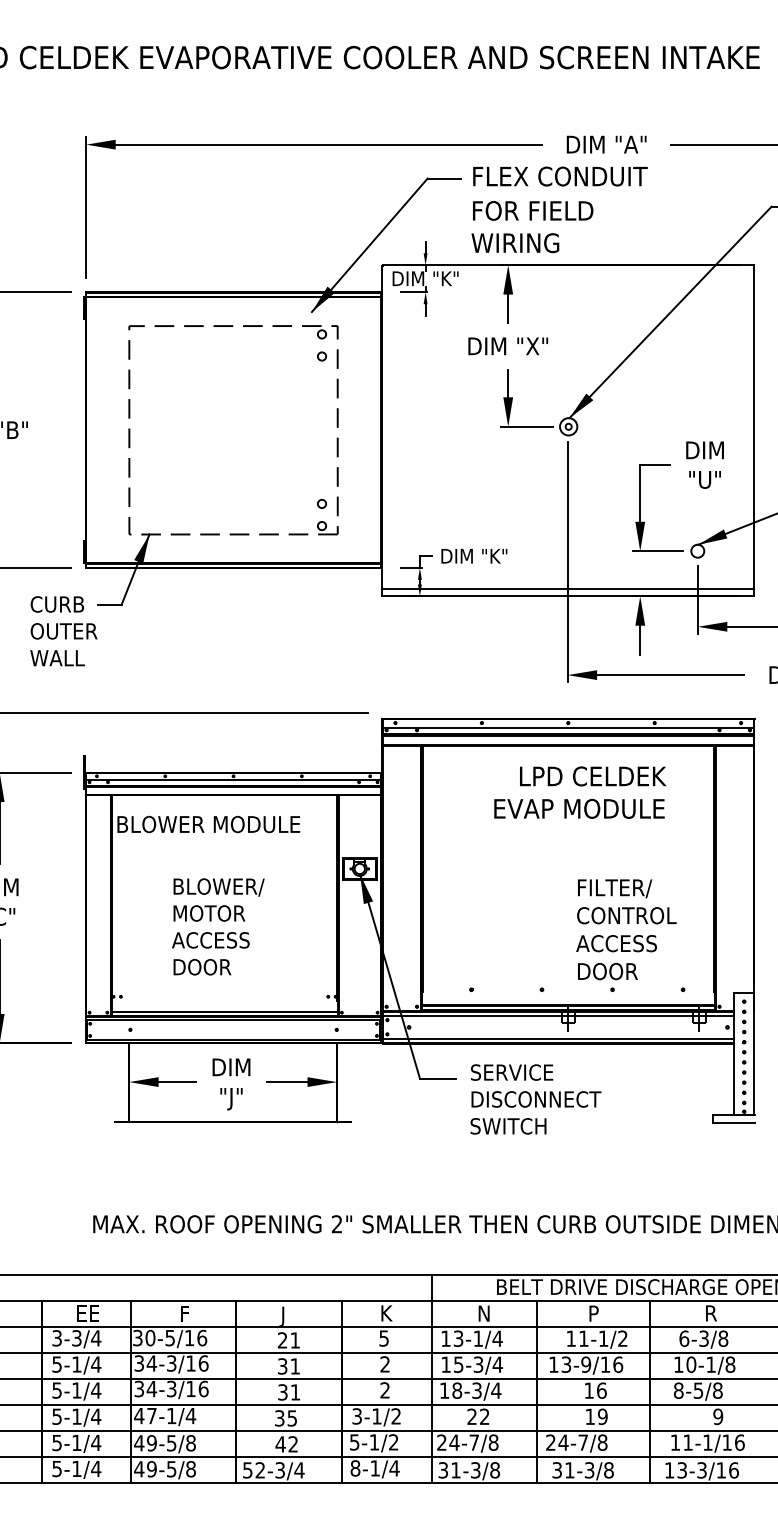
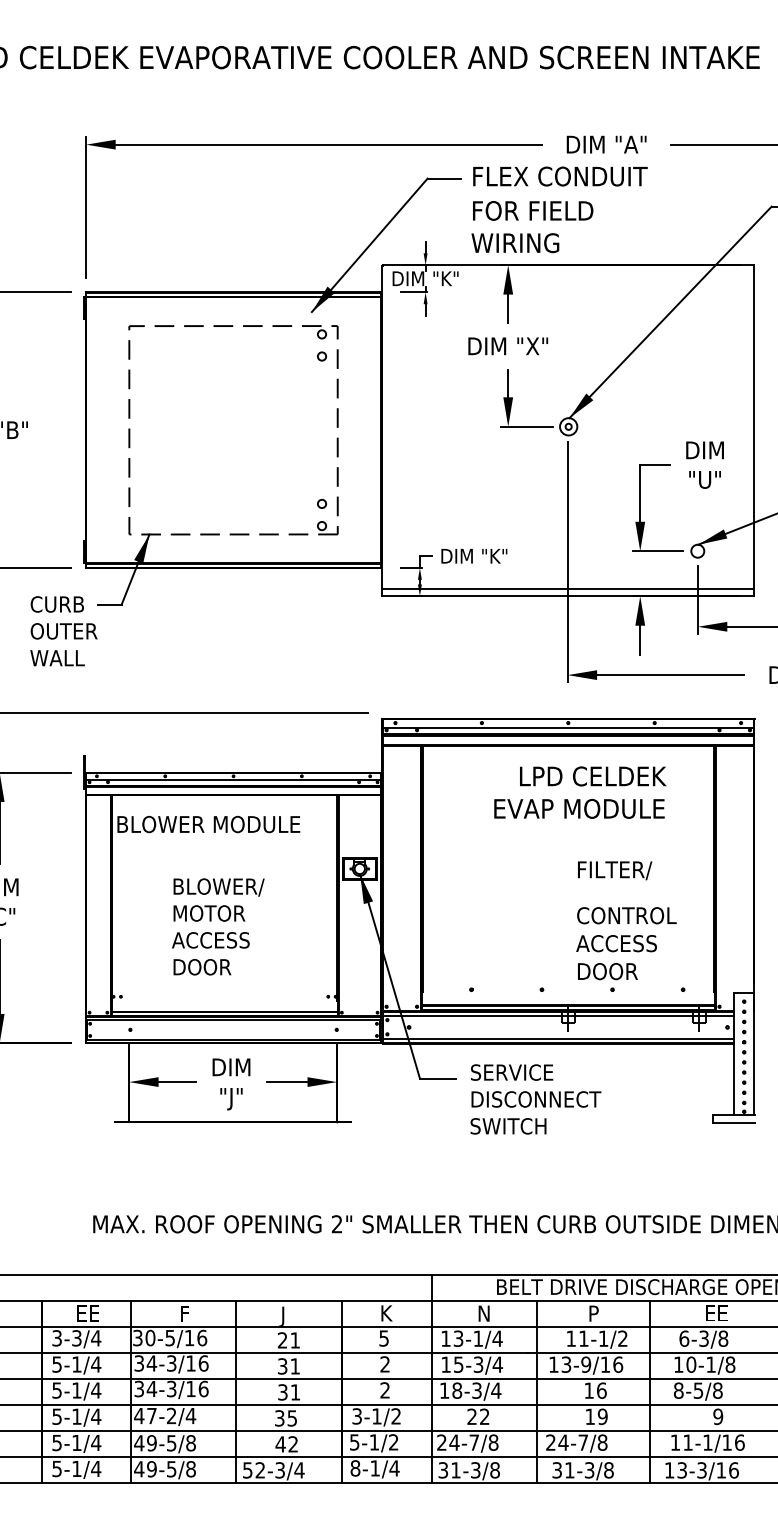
text at (615, 888) position: (615, 888) -> (615, 870)
text at (716, 1313): R -> EE
text at (171, 1415): 47-1/4 -> 47-2/4
